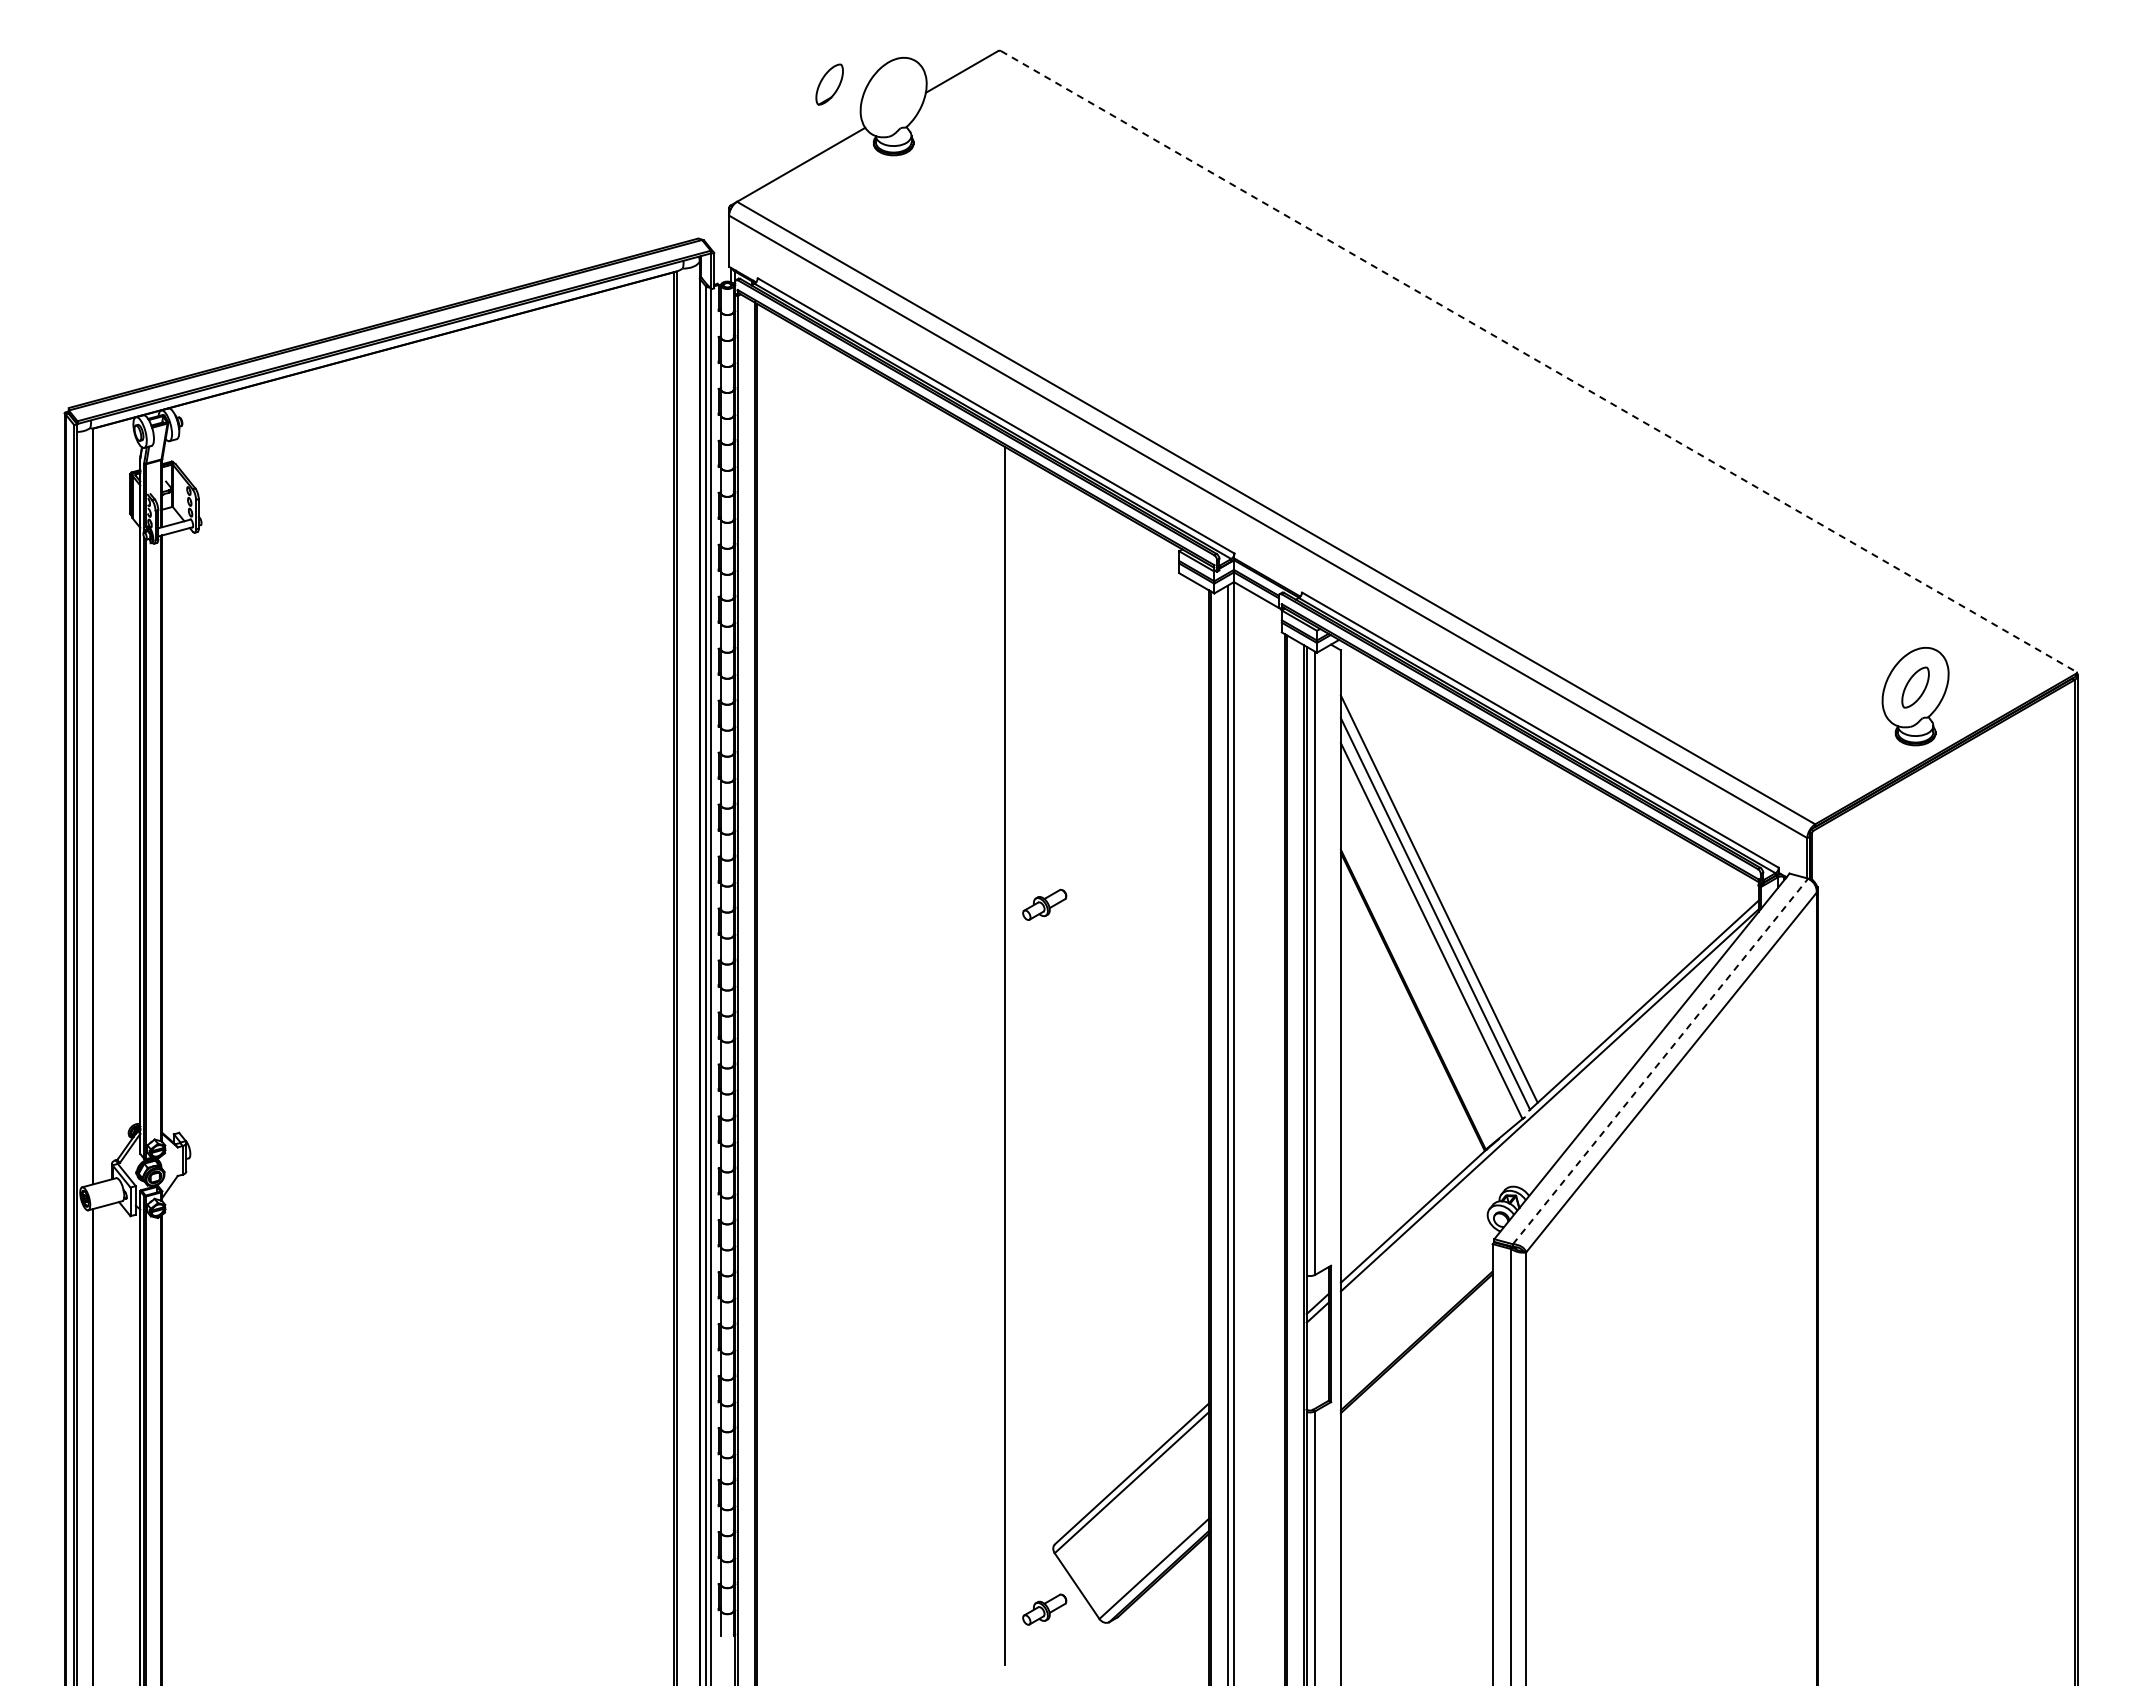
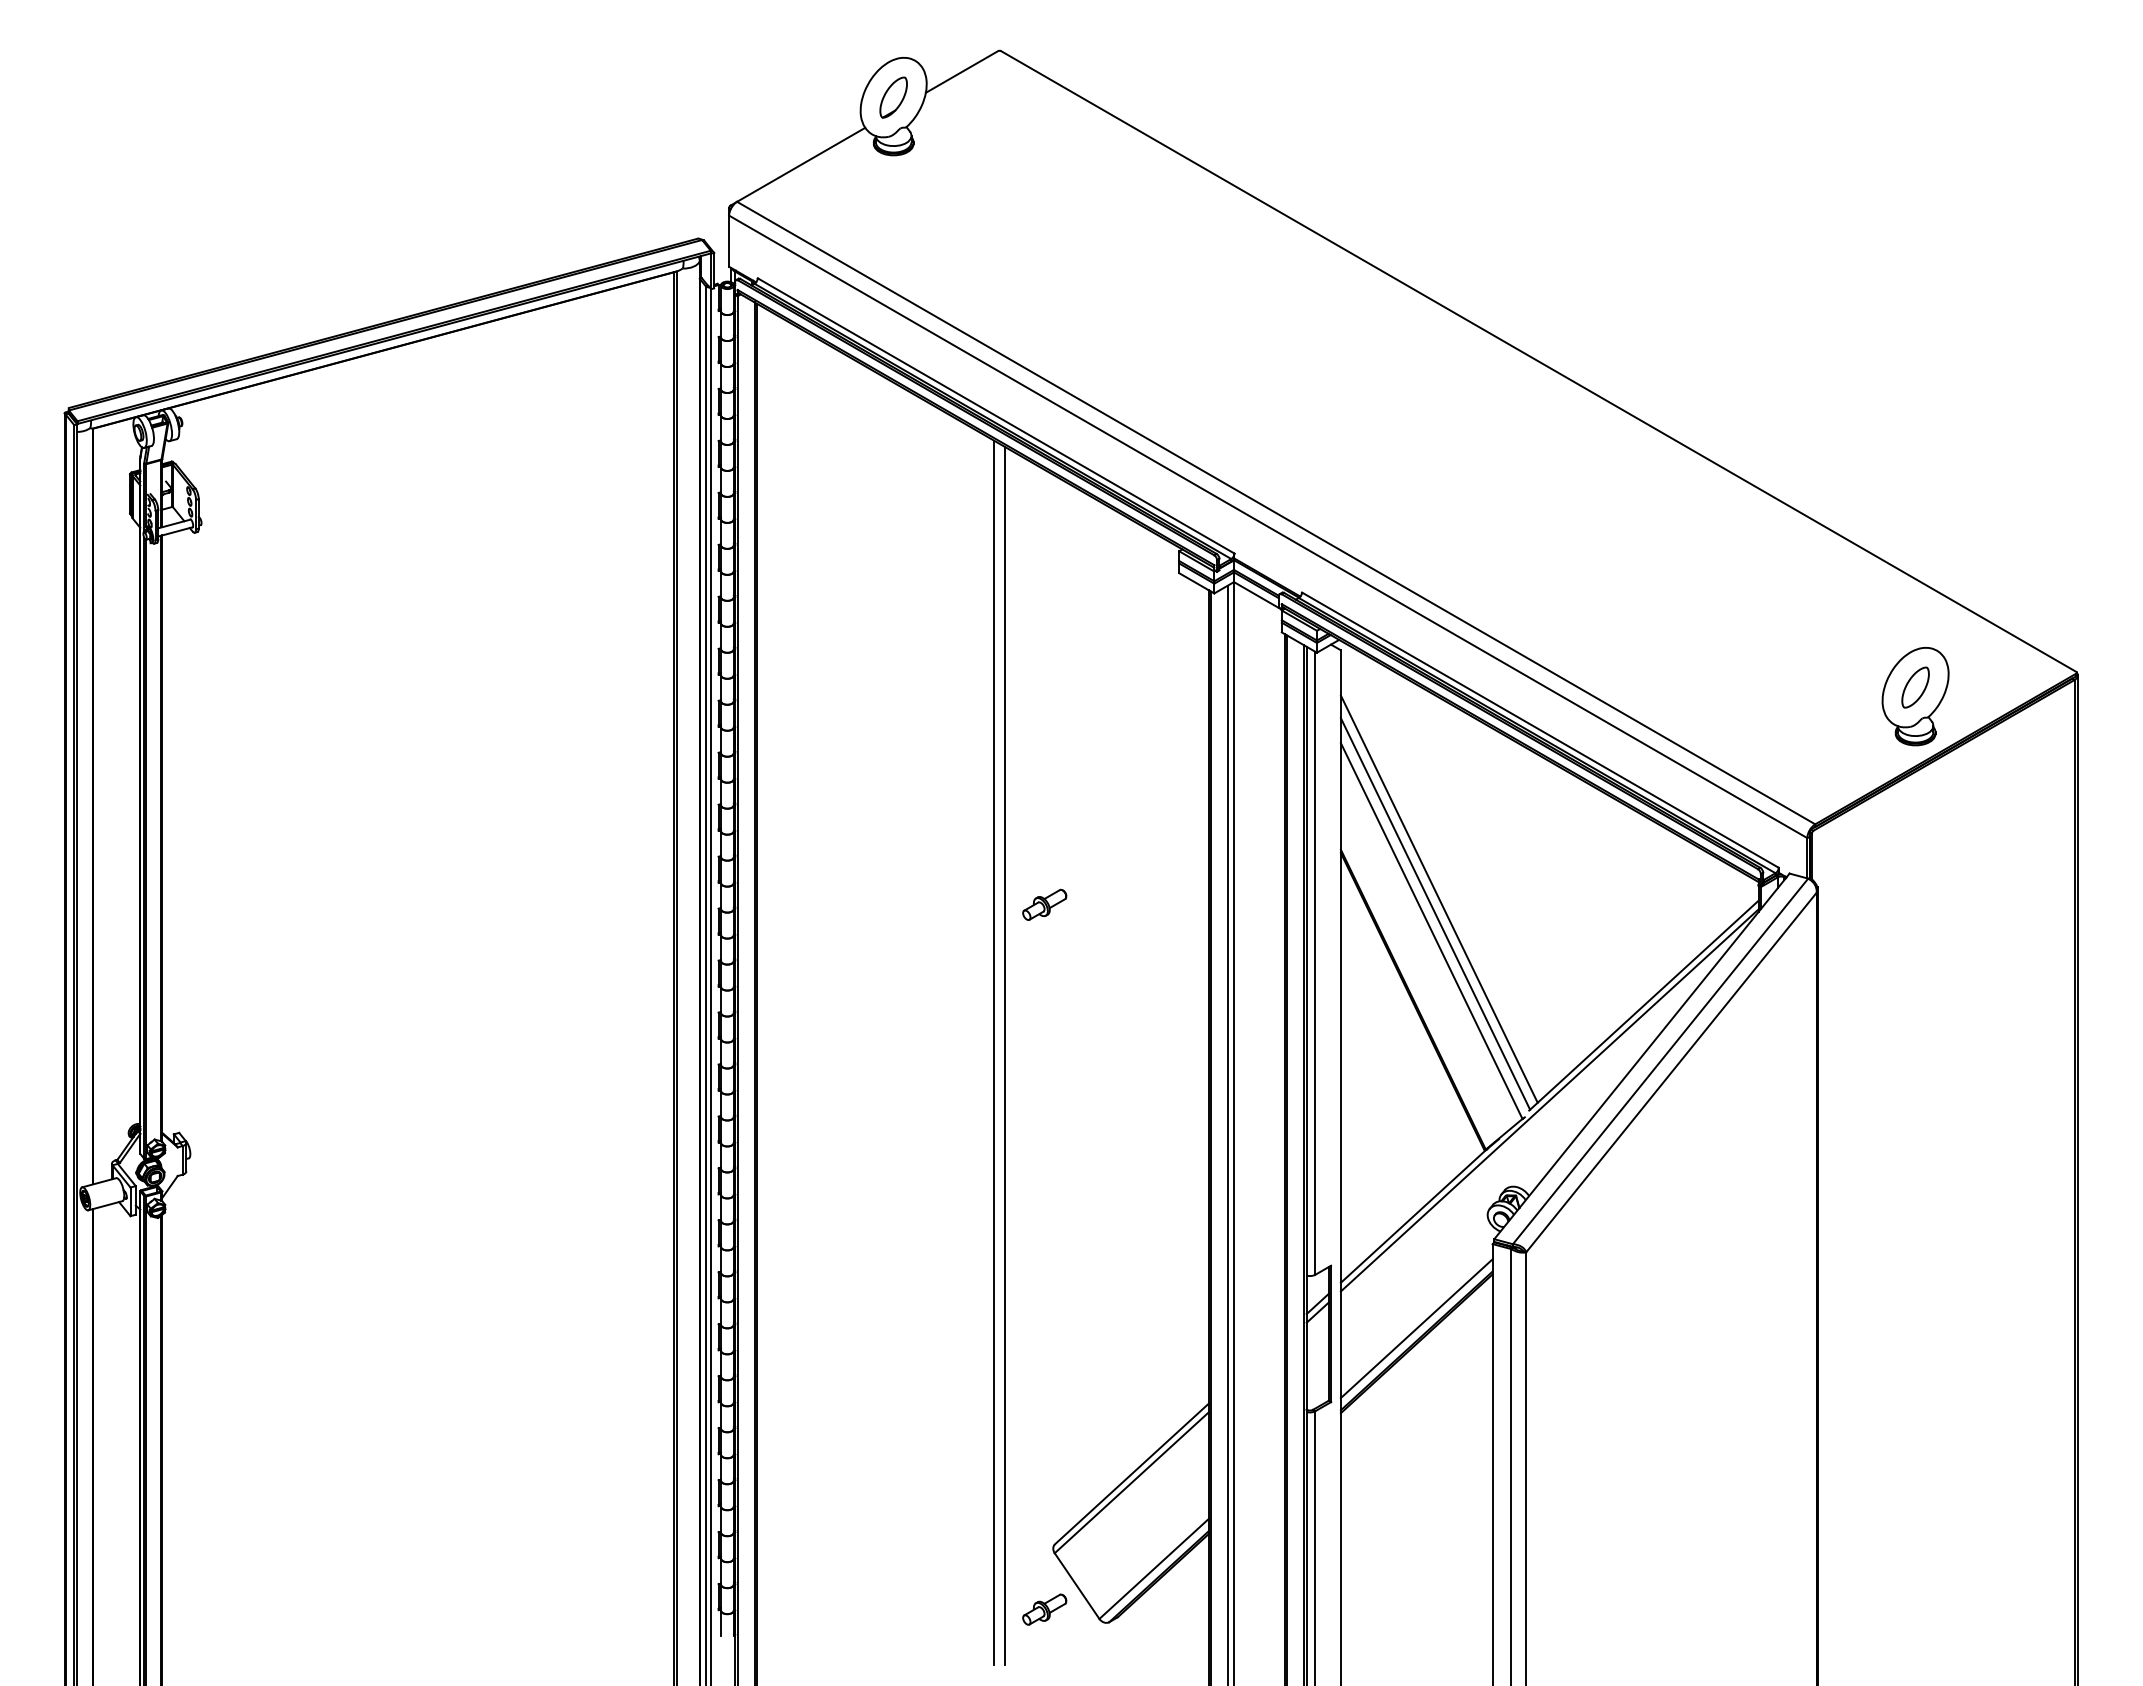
part at (829, 84) position: (829, 84) -> (893, 97)
line at (1538, 361): dashed -> solid
line at (994, 1052): none -> present
line at (1660, 1061): dashed -> solid
line at (1416, 1328): none -> present
